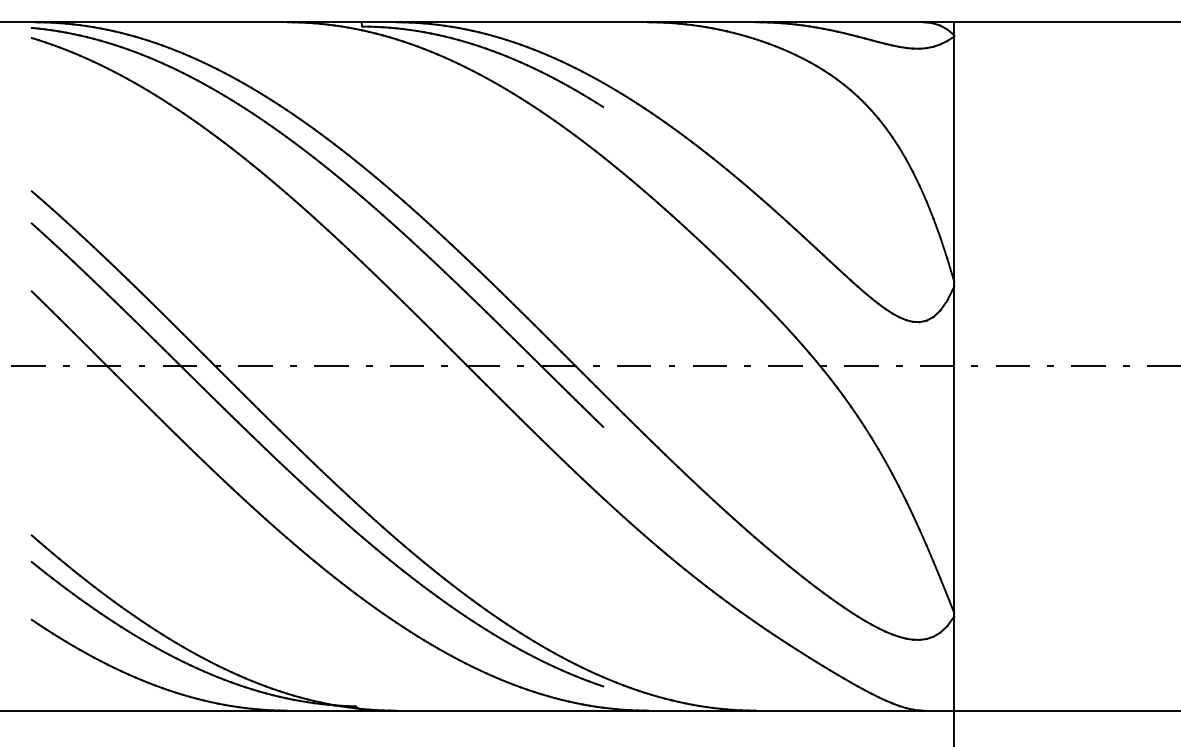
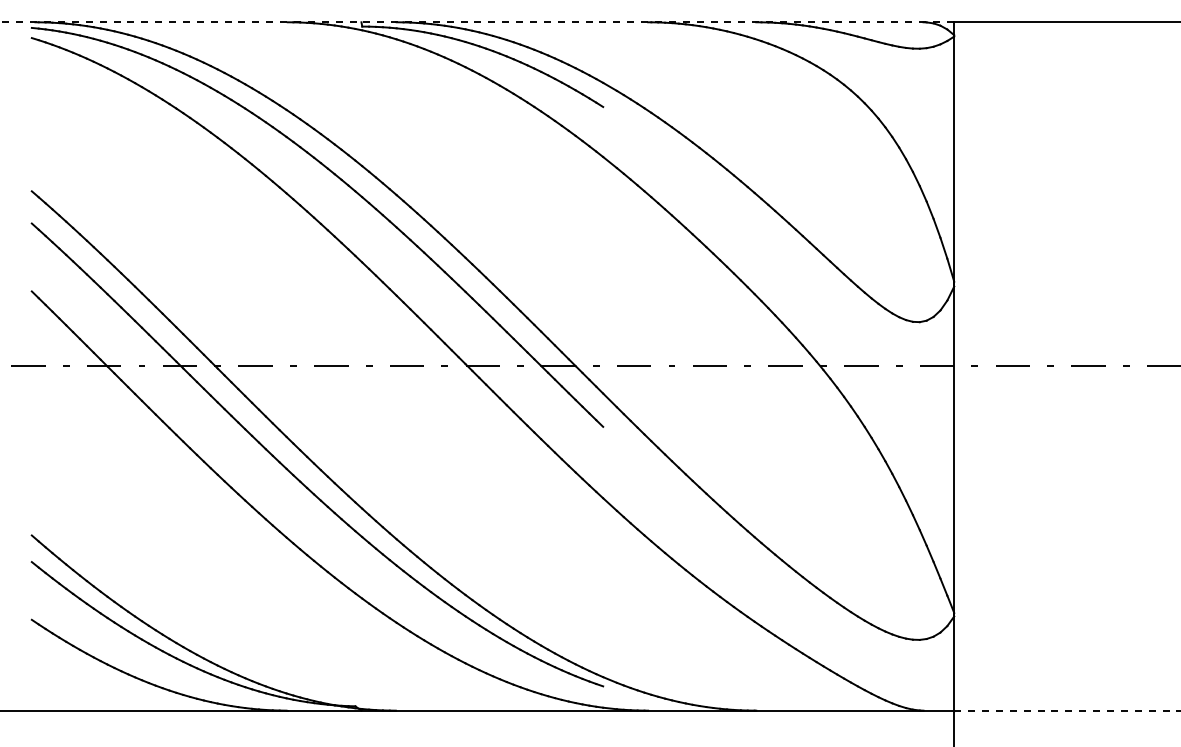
line at (477, 22): solid -> dashed
line at (1067, 710): solid -> dashed
